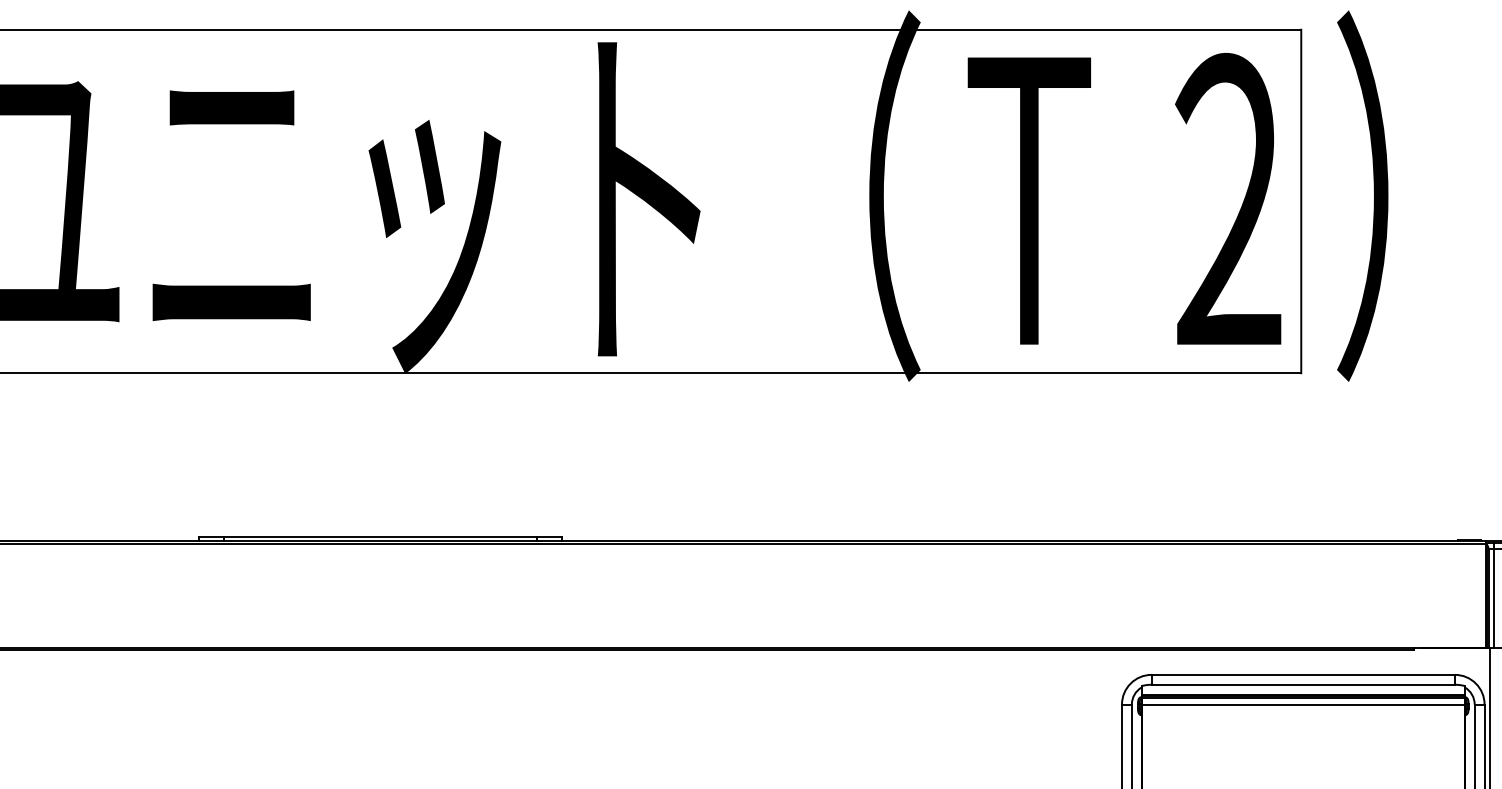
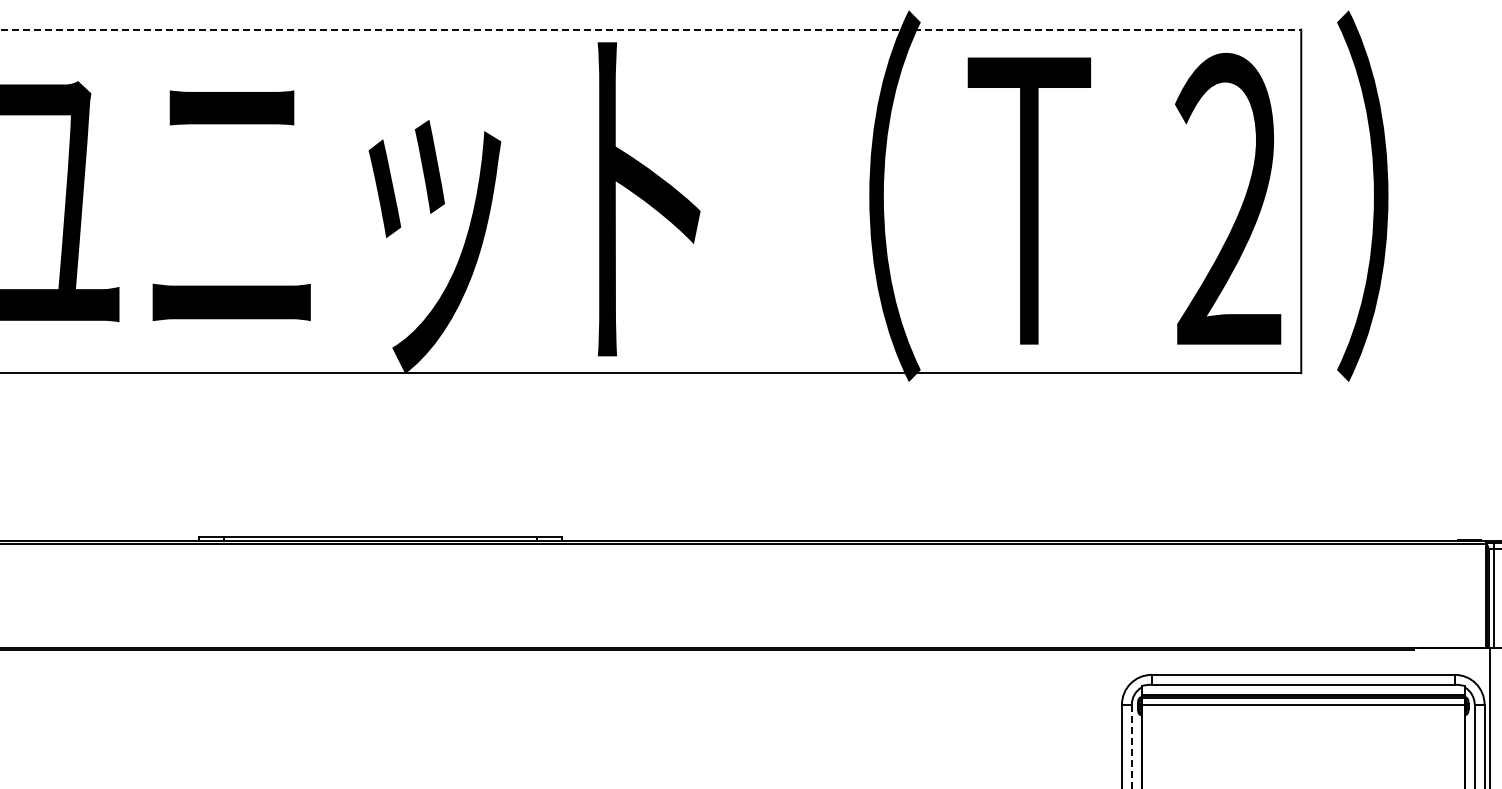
line at (651, 29): solid -> dashed
line at (1131, 746): solid -> dashed
